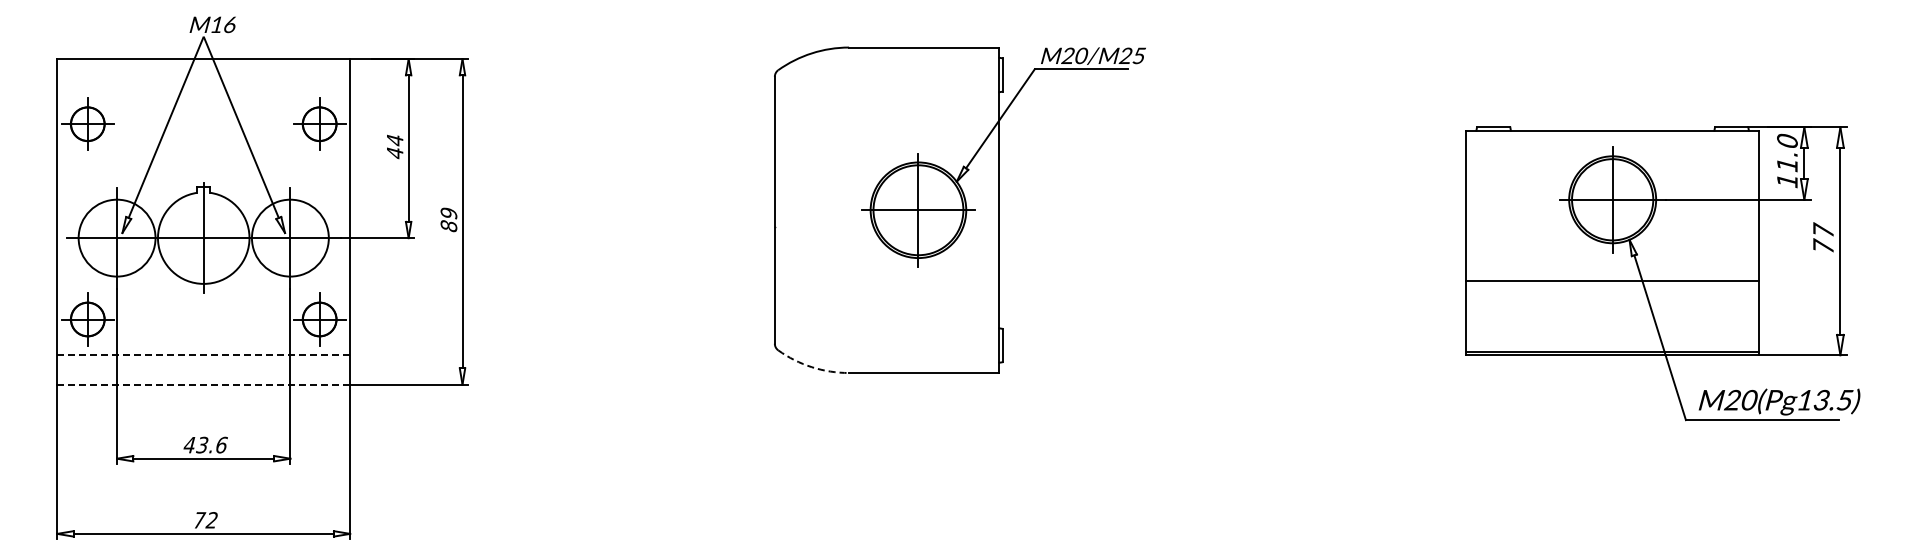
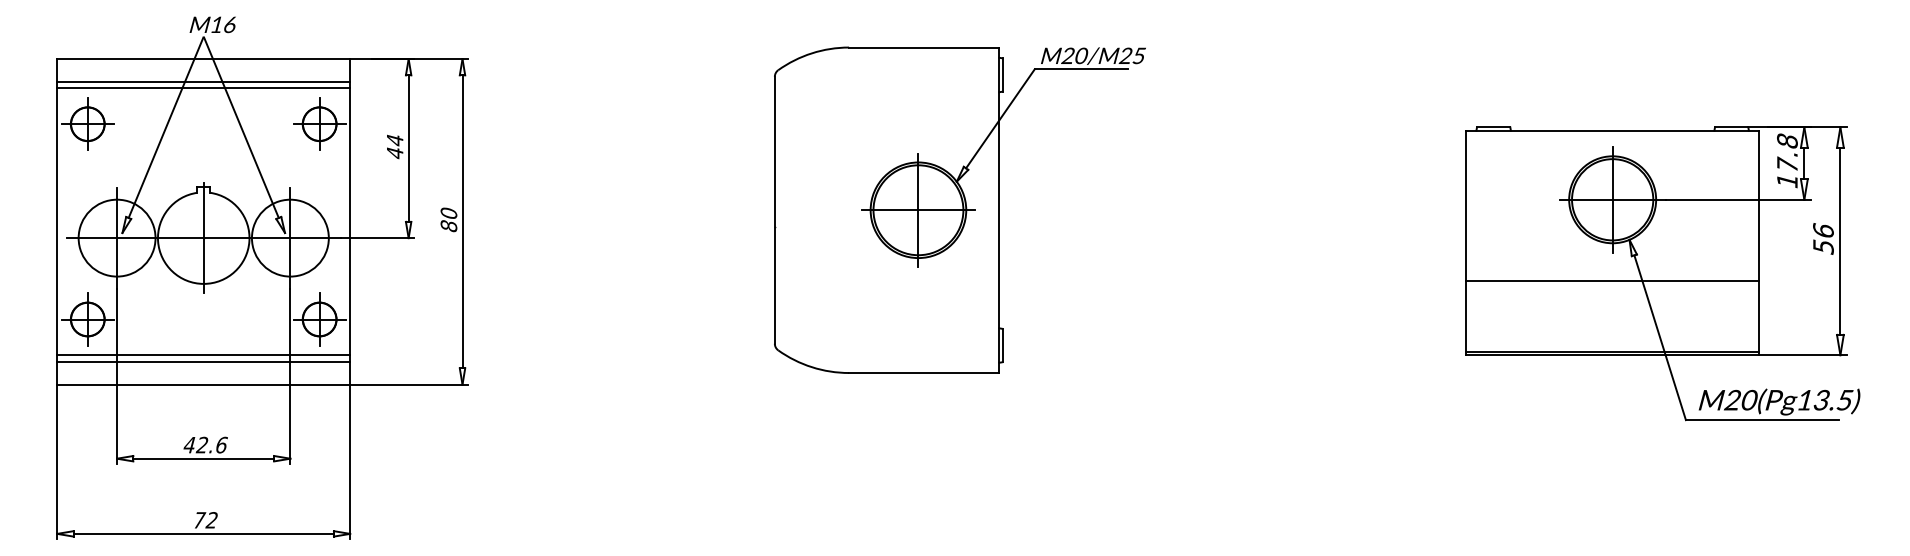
line at (203, 81): none -> present
line at (203, 88): none -> present
text at (1787, 152): 11.0 -> 17.8
text at (448, 213): 89 -> 80
text at (1823, 238): 77 -> 56
line at (203, 355): dashed -> solid
line at (203, 361): none -> present
arc at (811, 367): dashed -> solid
line at (203, 384): dashed -> solid
text at (202, 445): 43.6 -> 42.6
